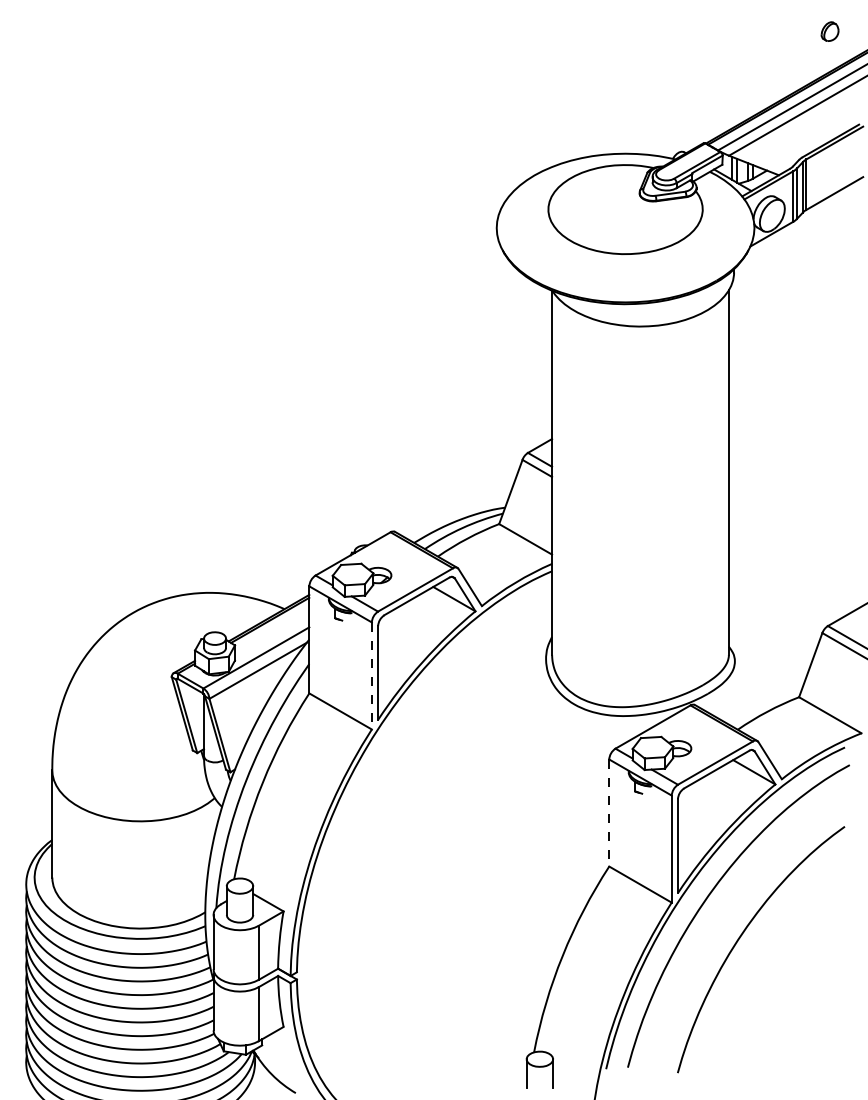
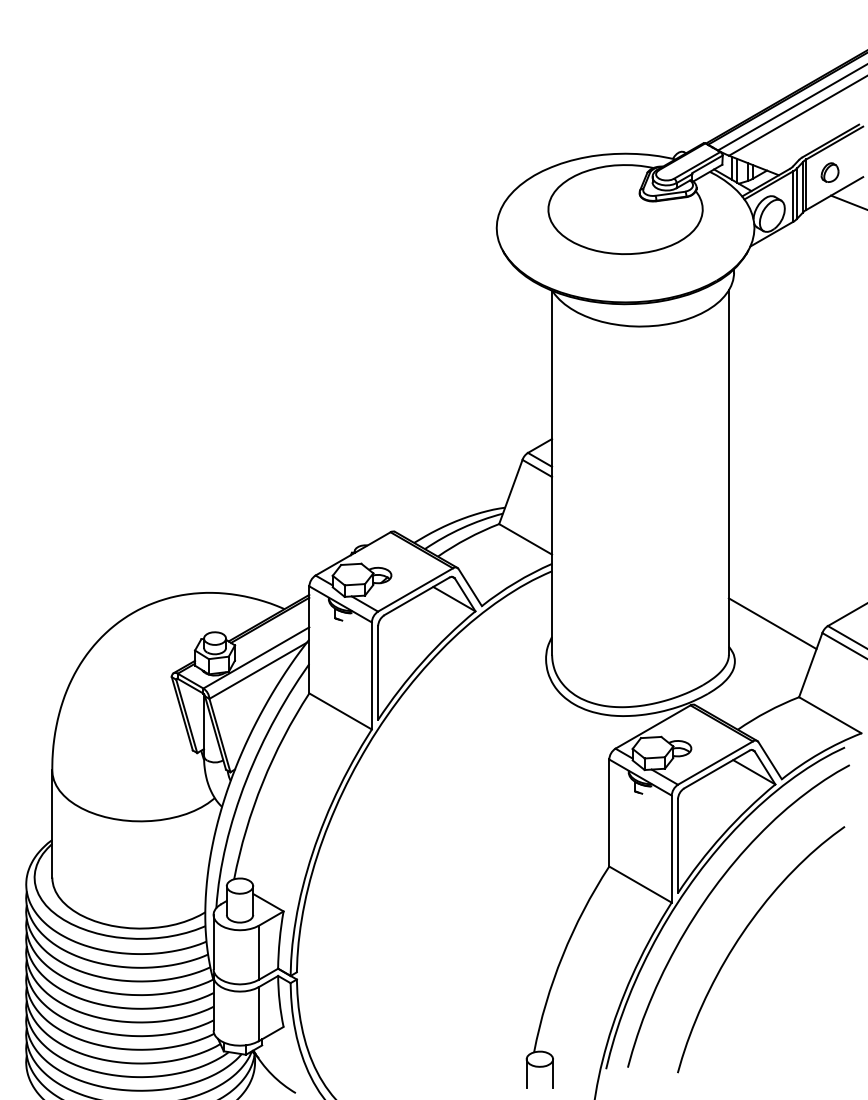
part at (829, 31) position: (829, 31) -> (829, 172)
line at (847, 201): none -> present
line at (772, 623): none -> present
line at (371, 675): dashed -> solid
line at (609, 813): dashed -> solid
